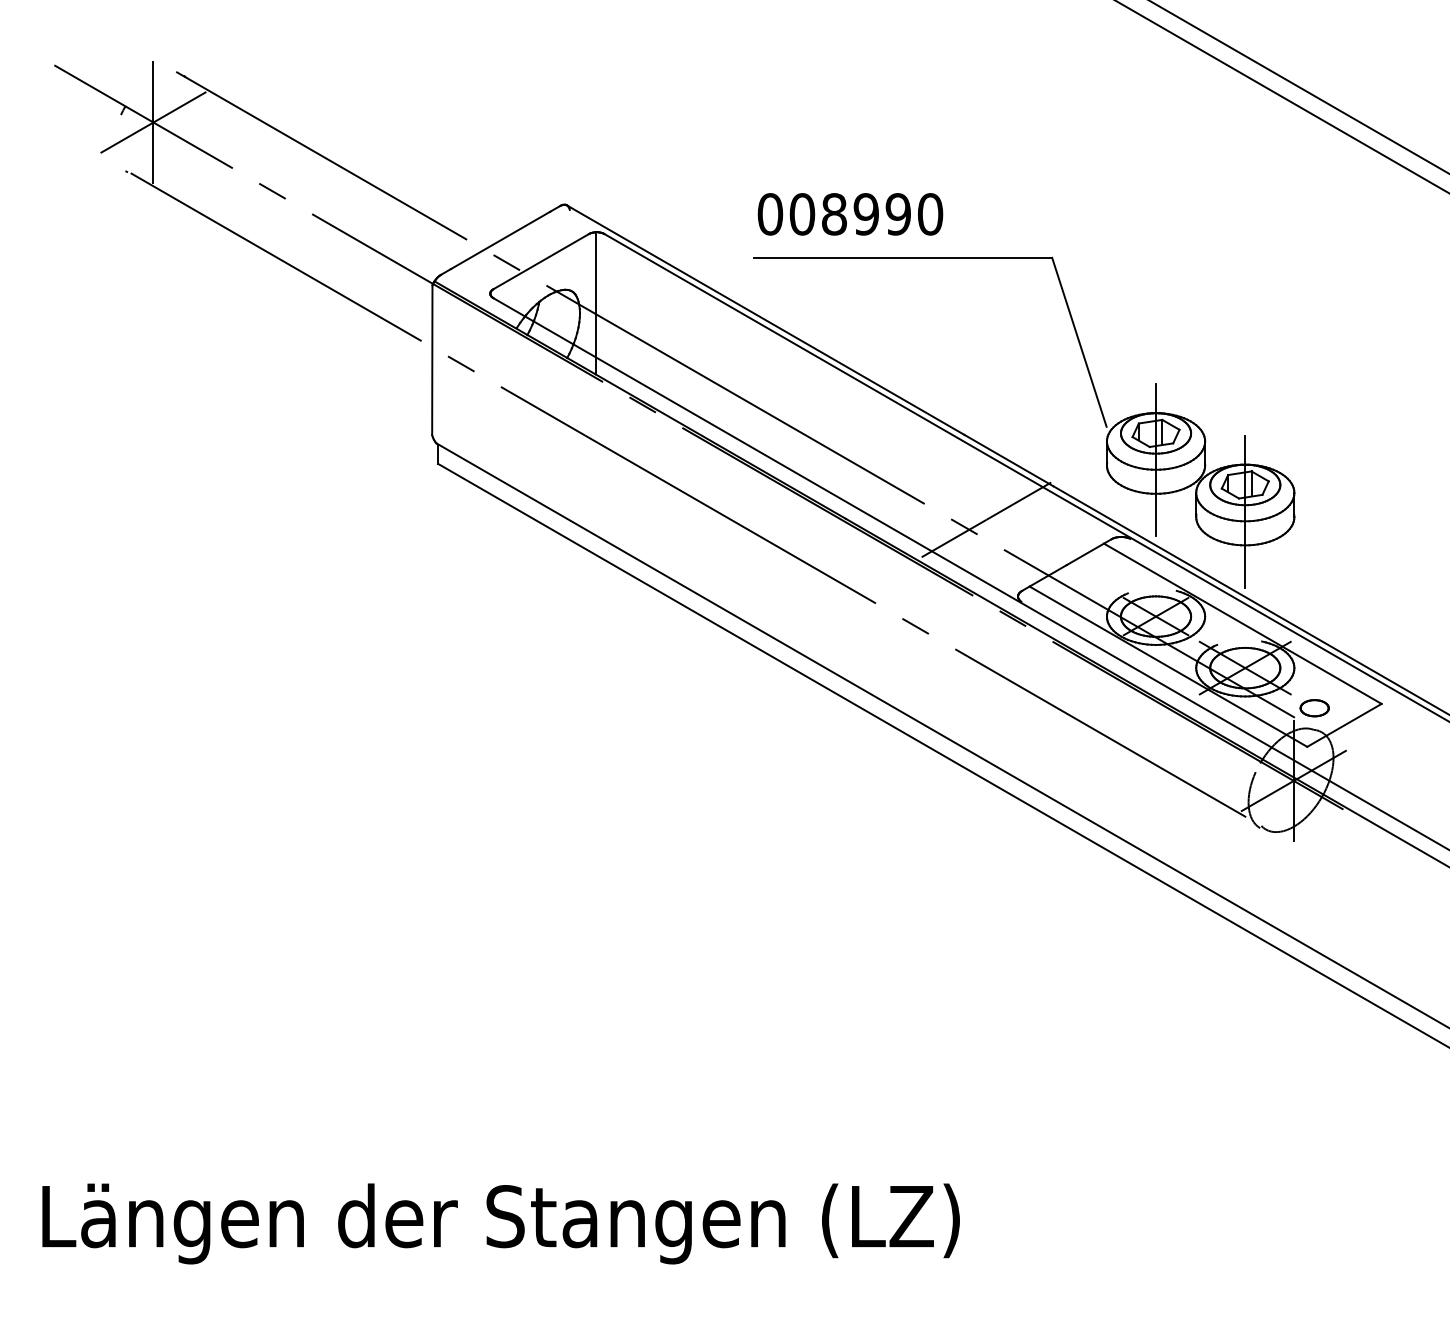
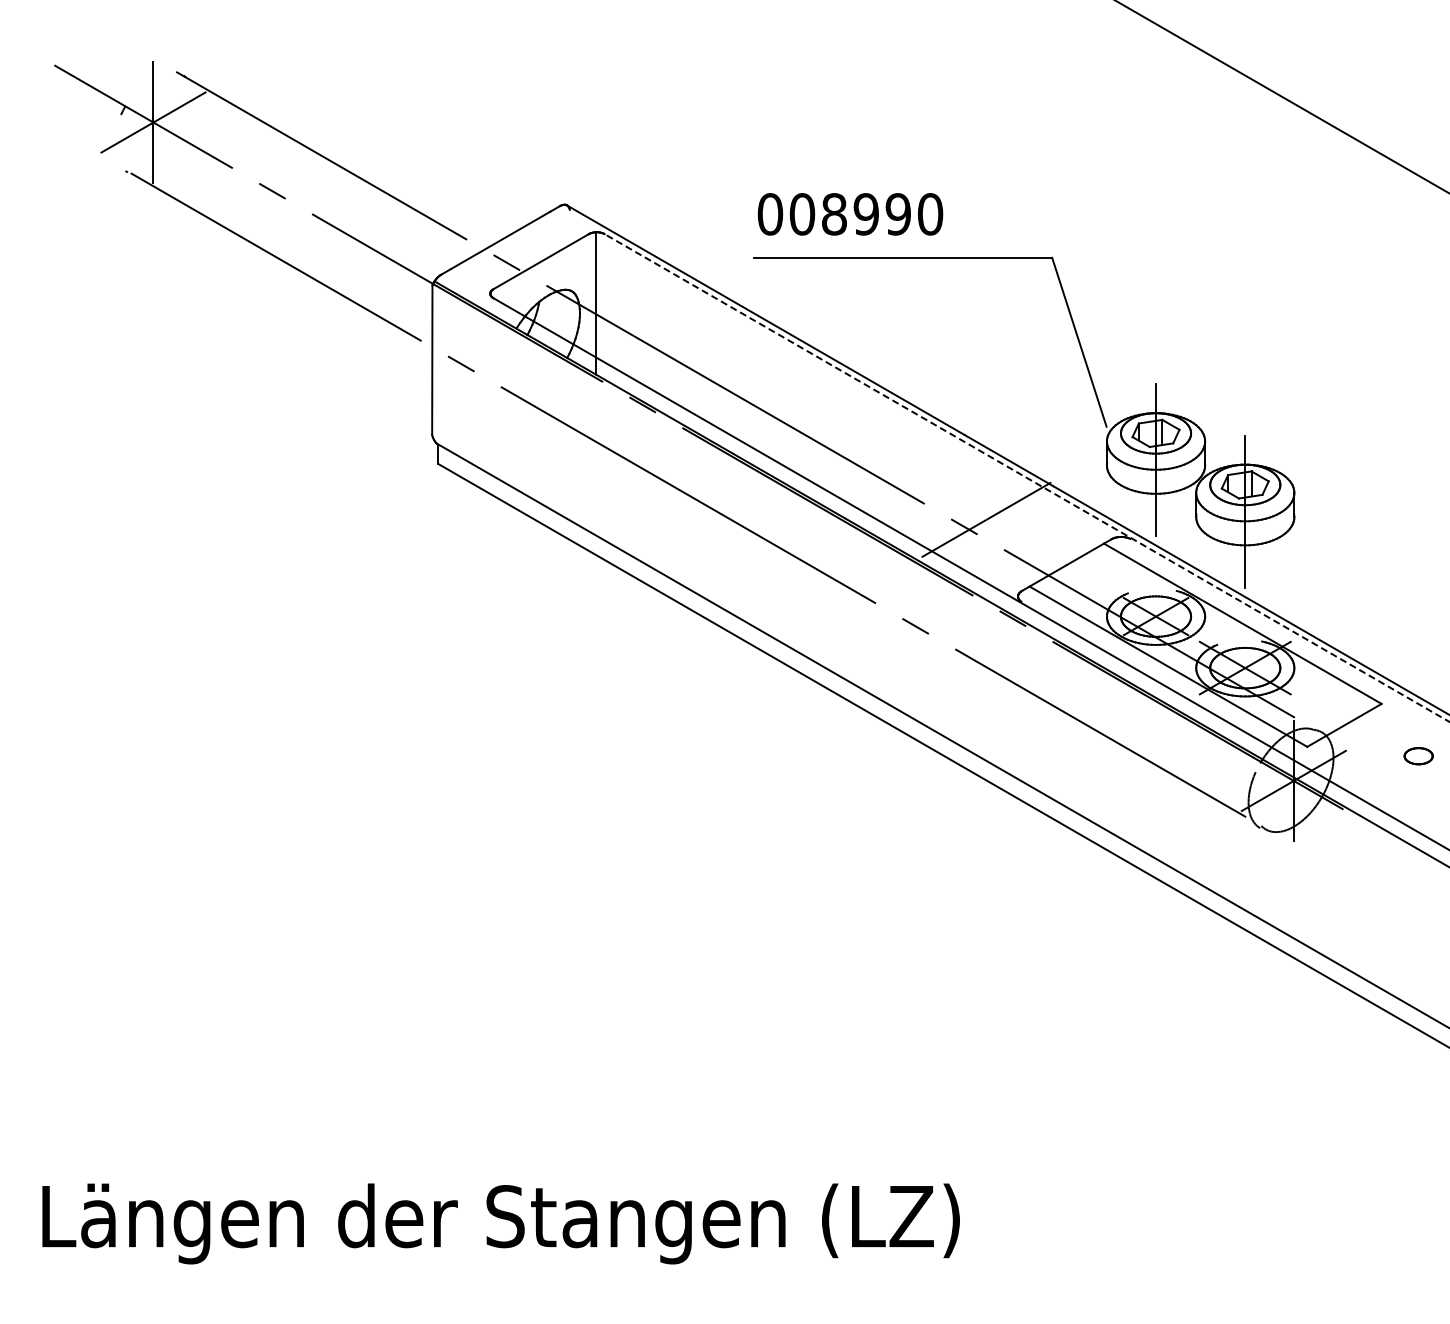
line at (1299, 87): present -> none
line at (1027, 478): solid -> dashed
part at (1314, 708) position: (1314, 708) -> (1418, 756)
